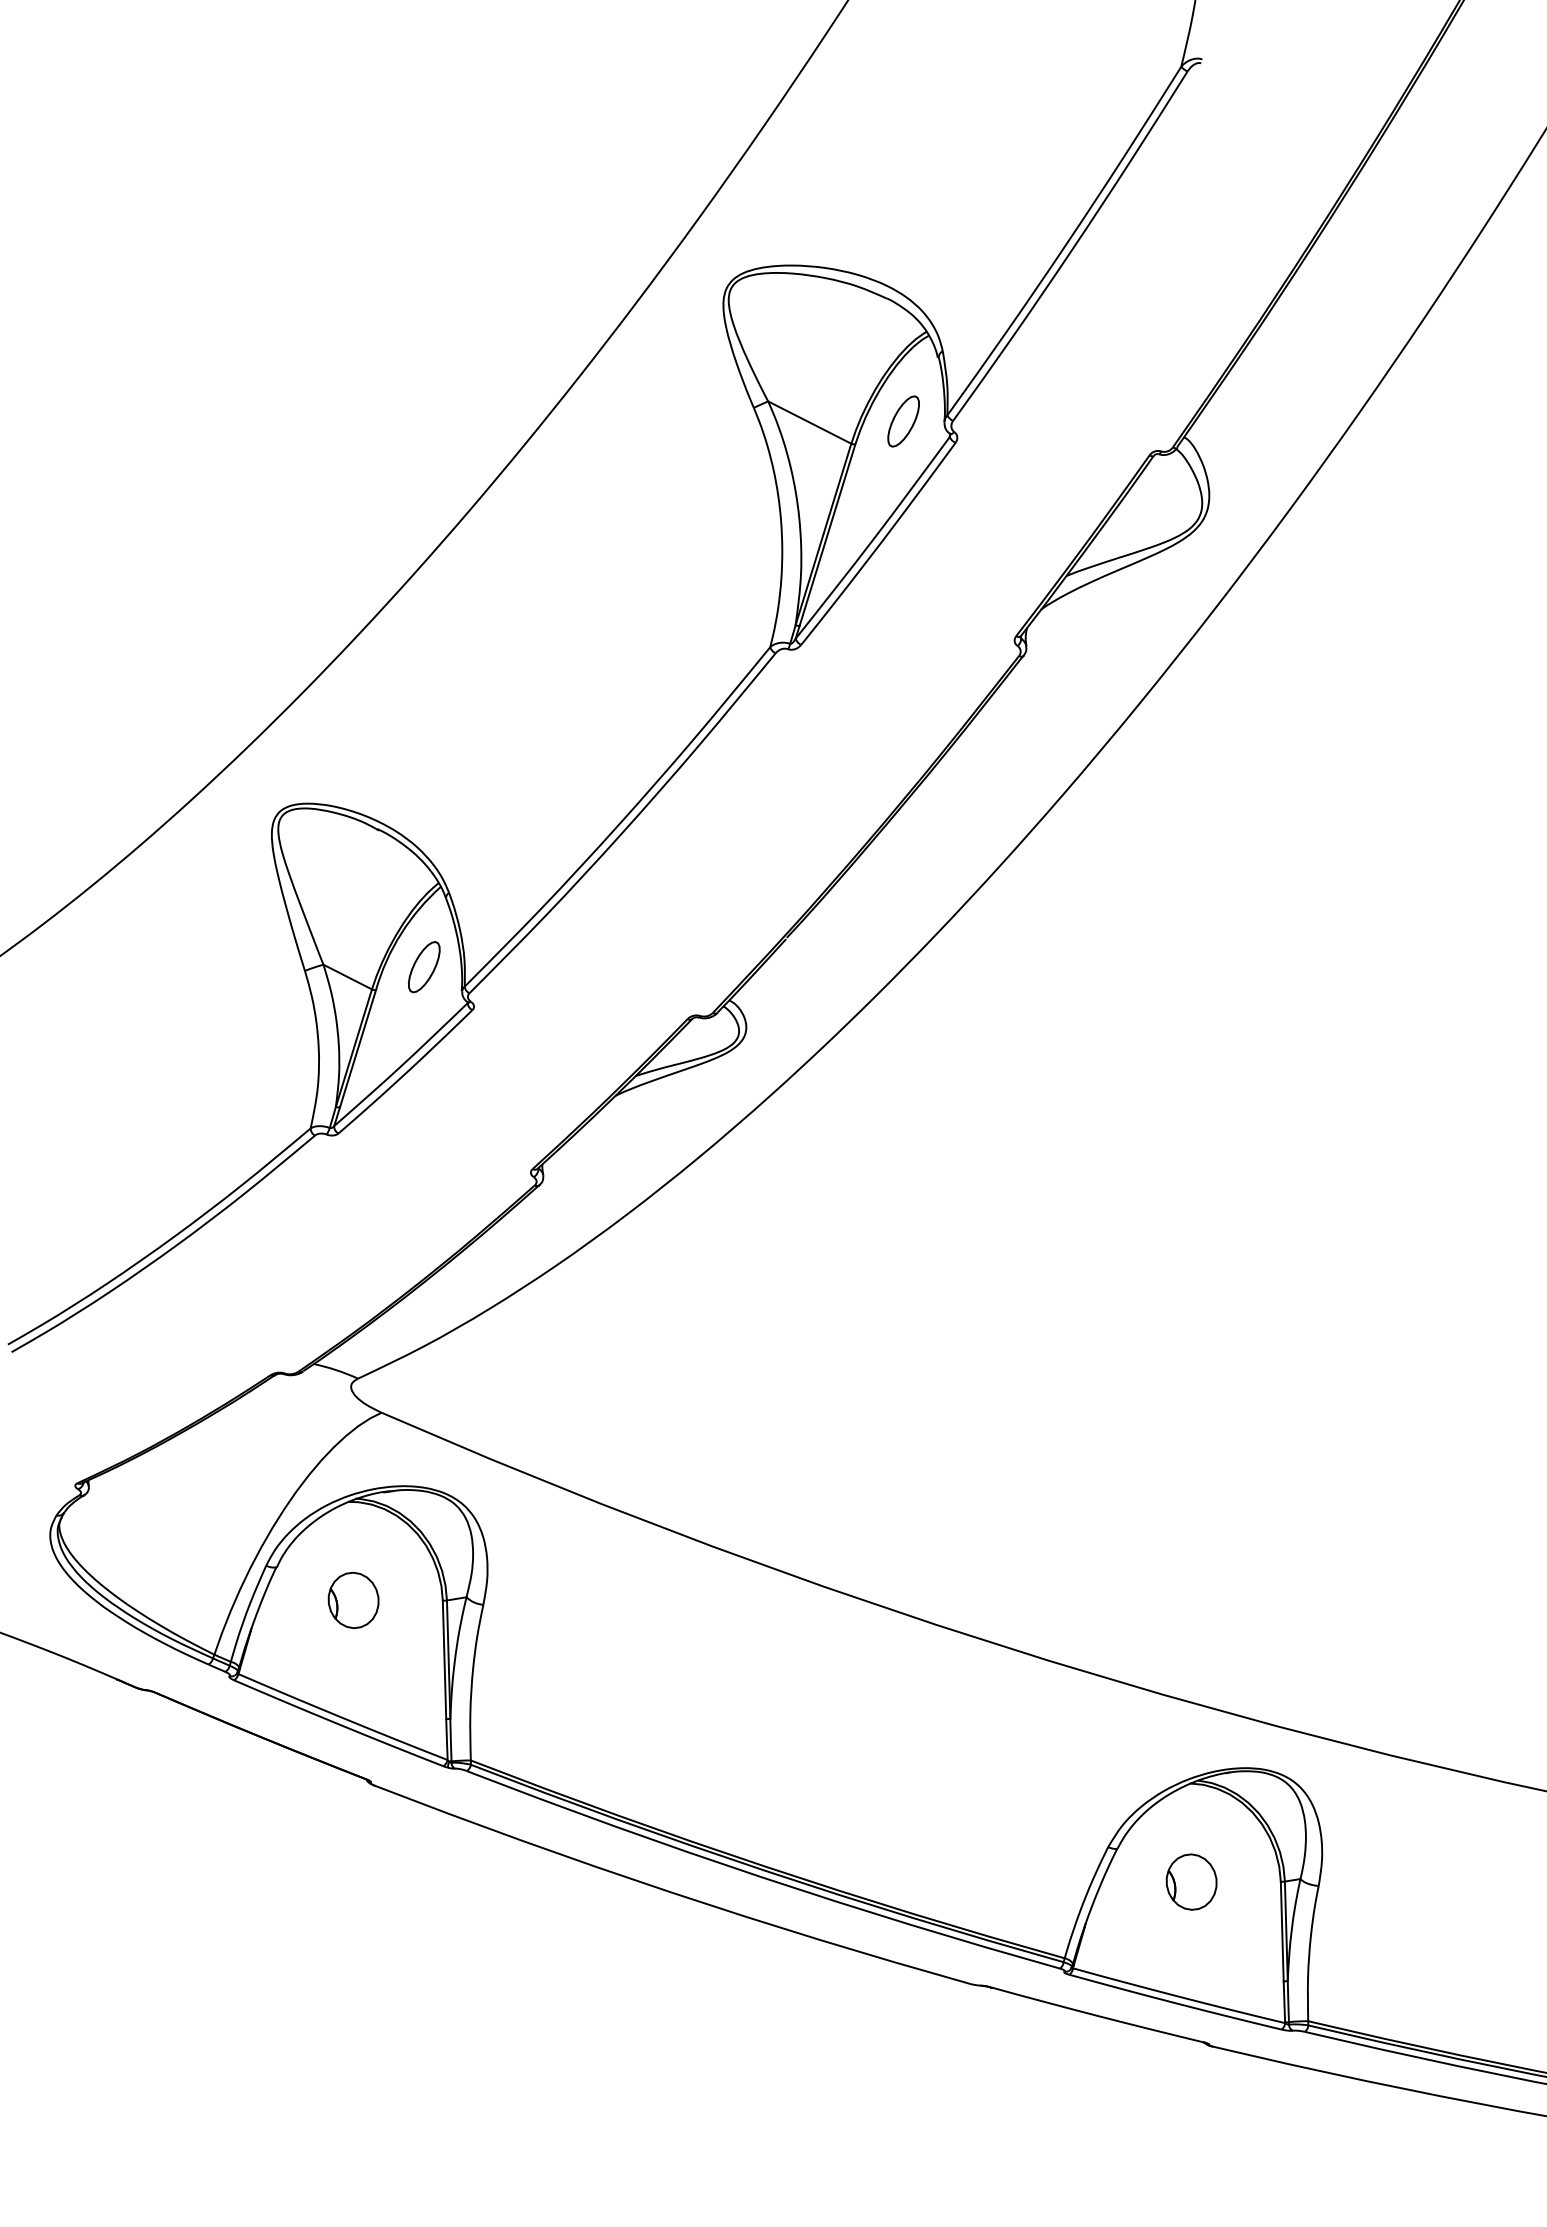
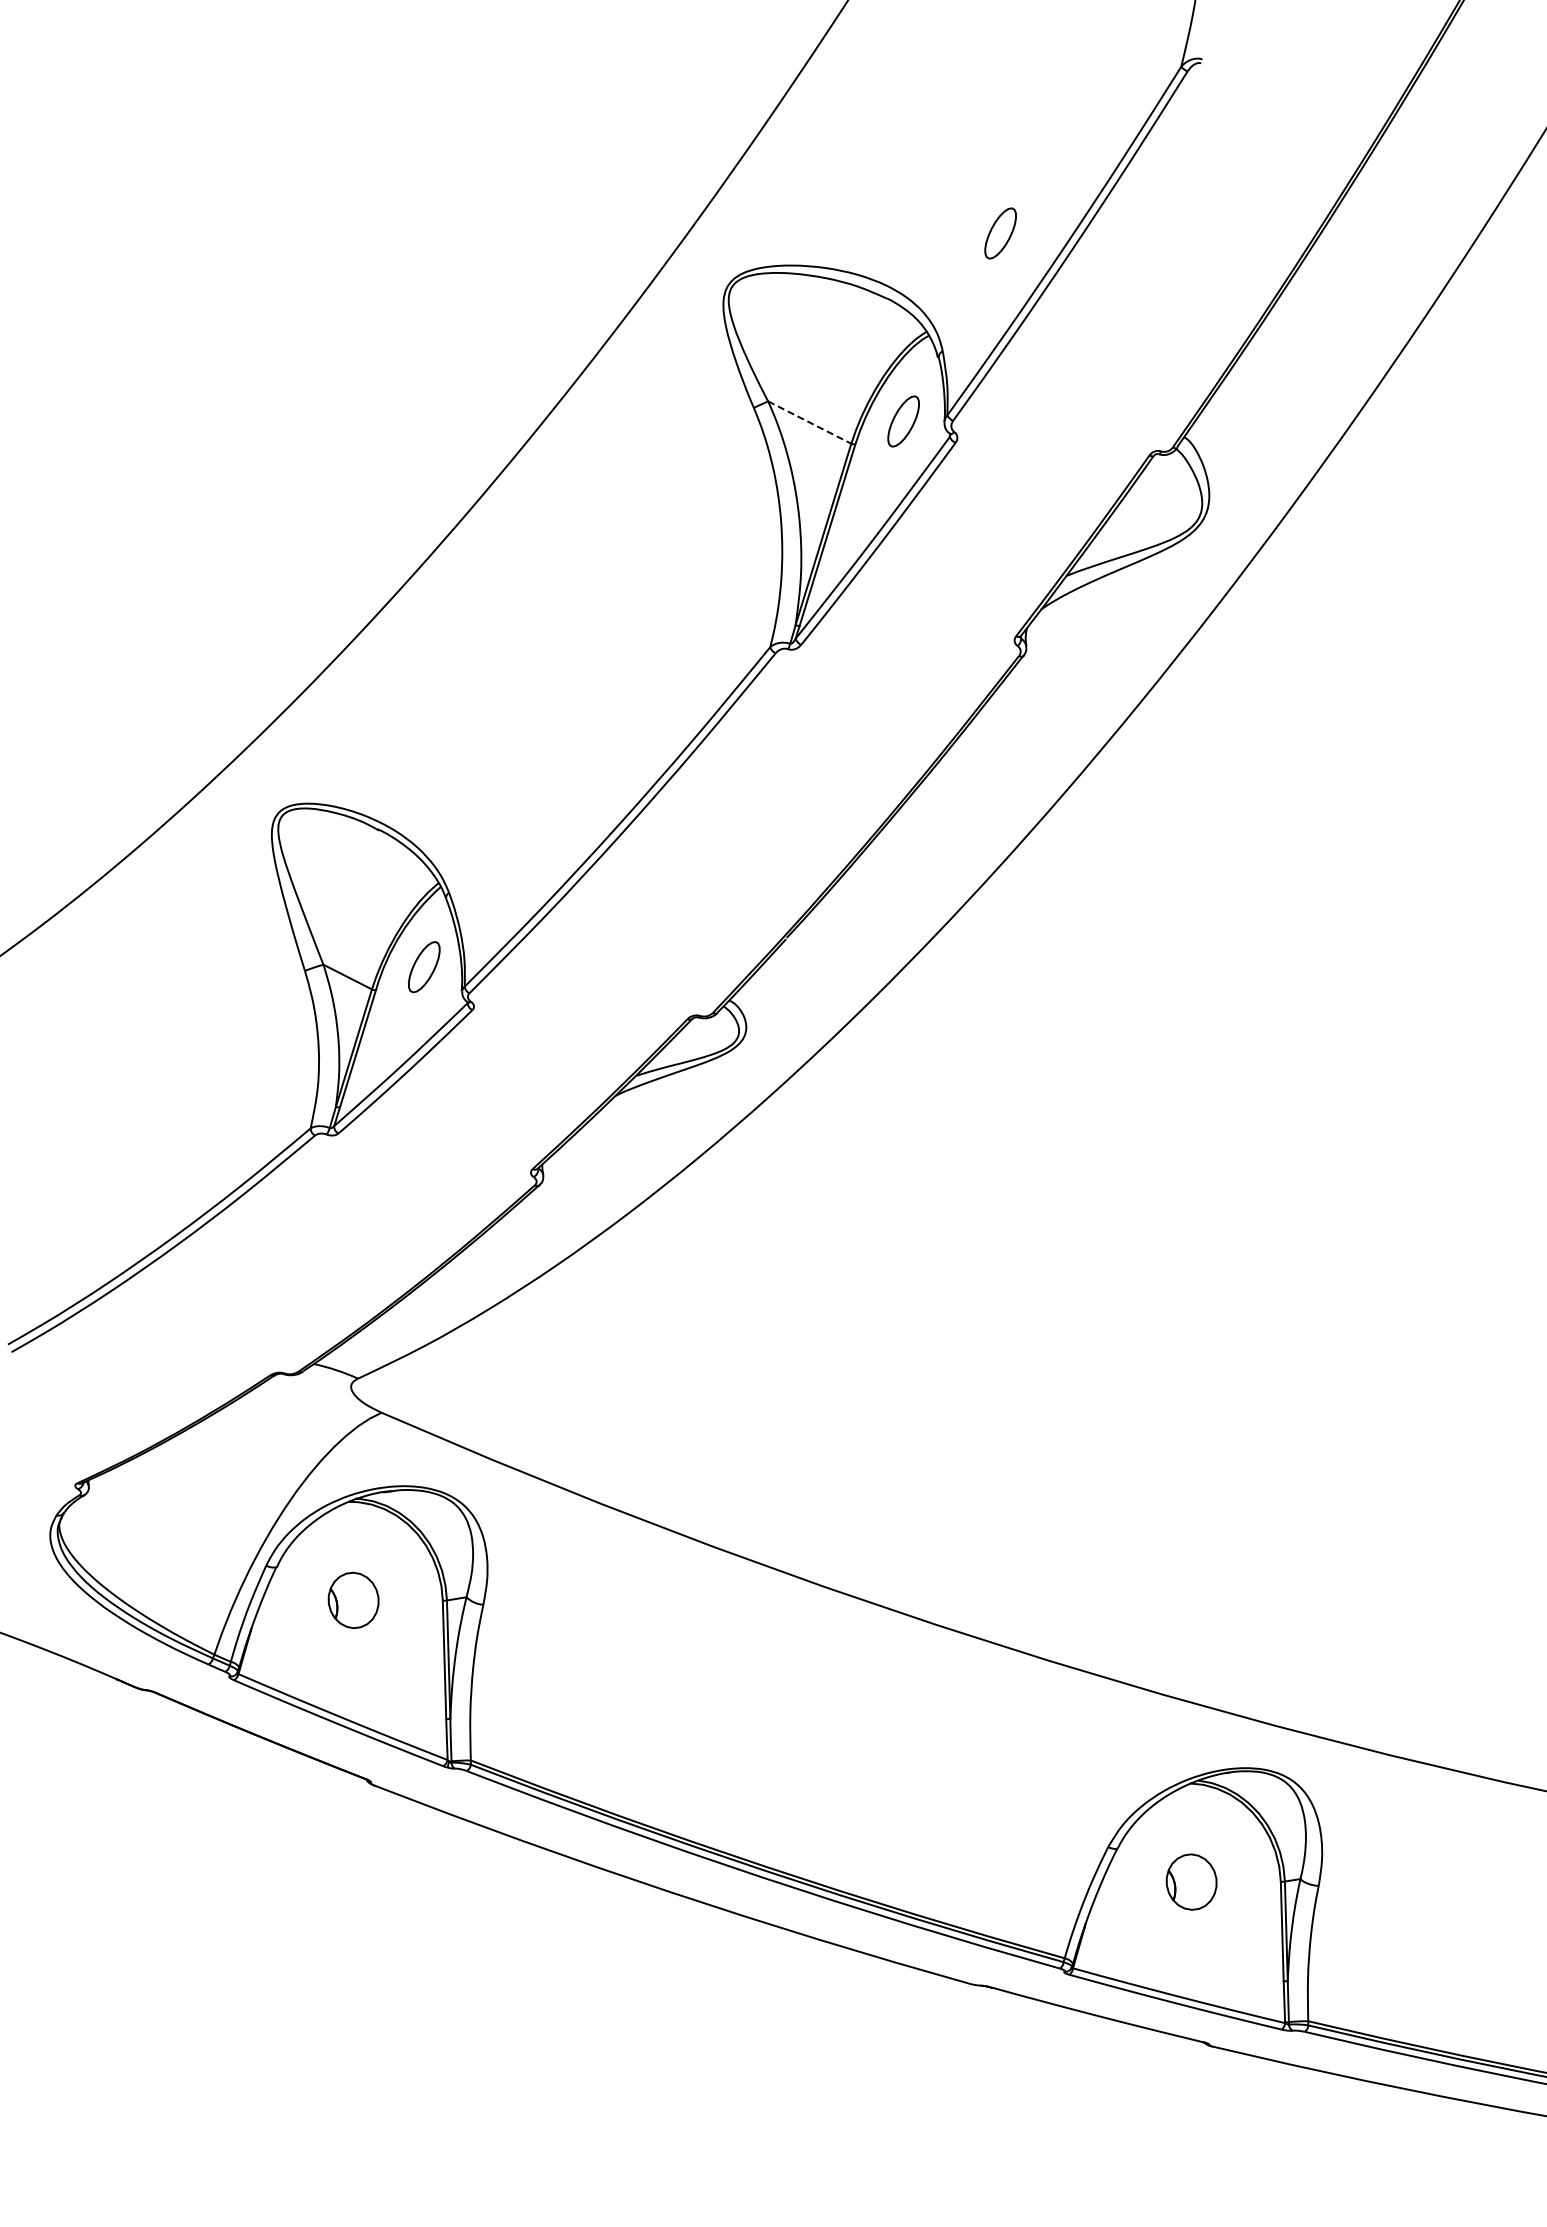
part at (1000, 233): none -> present
line at (809, 422): solid -> dashed
